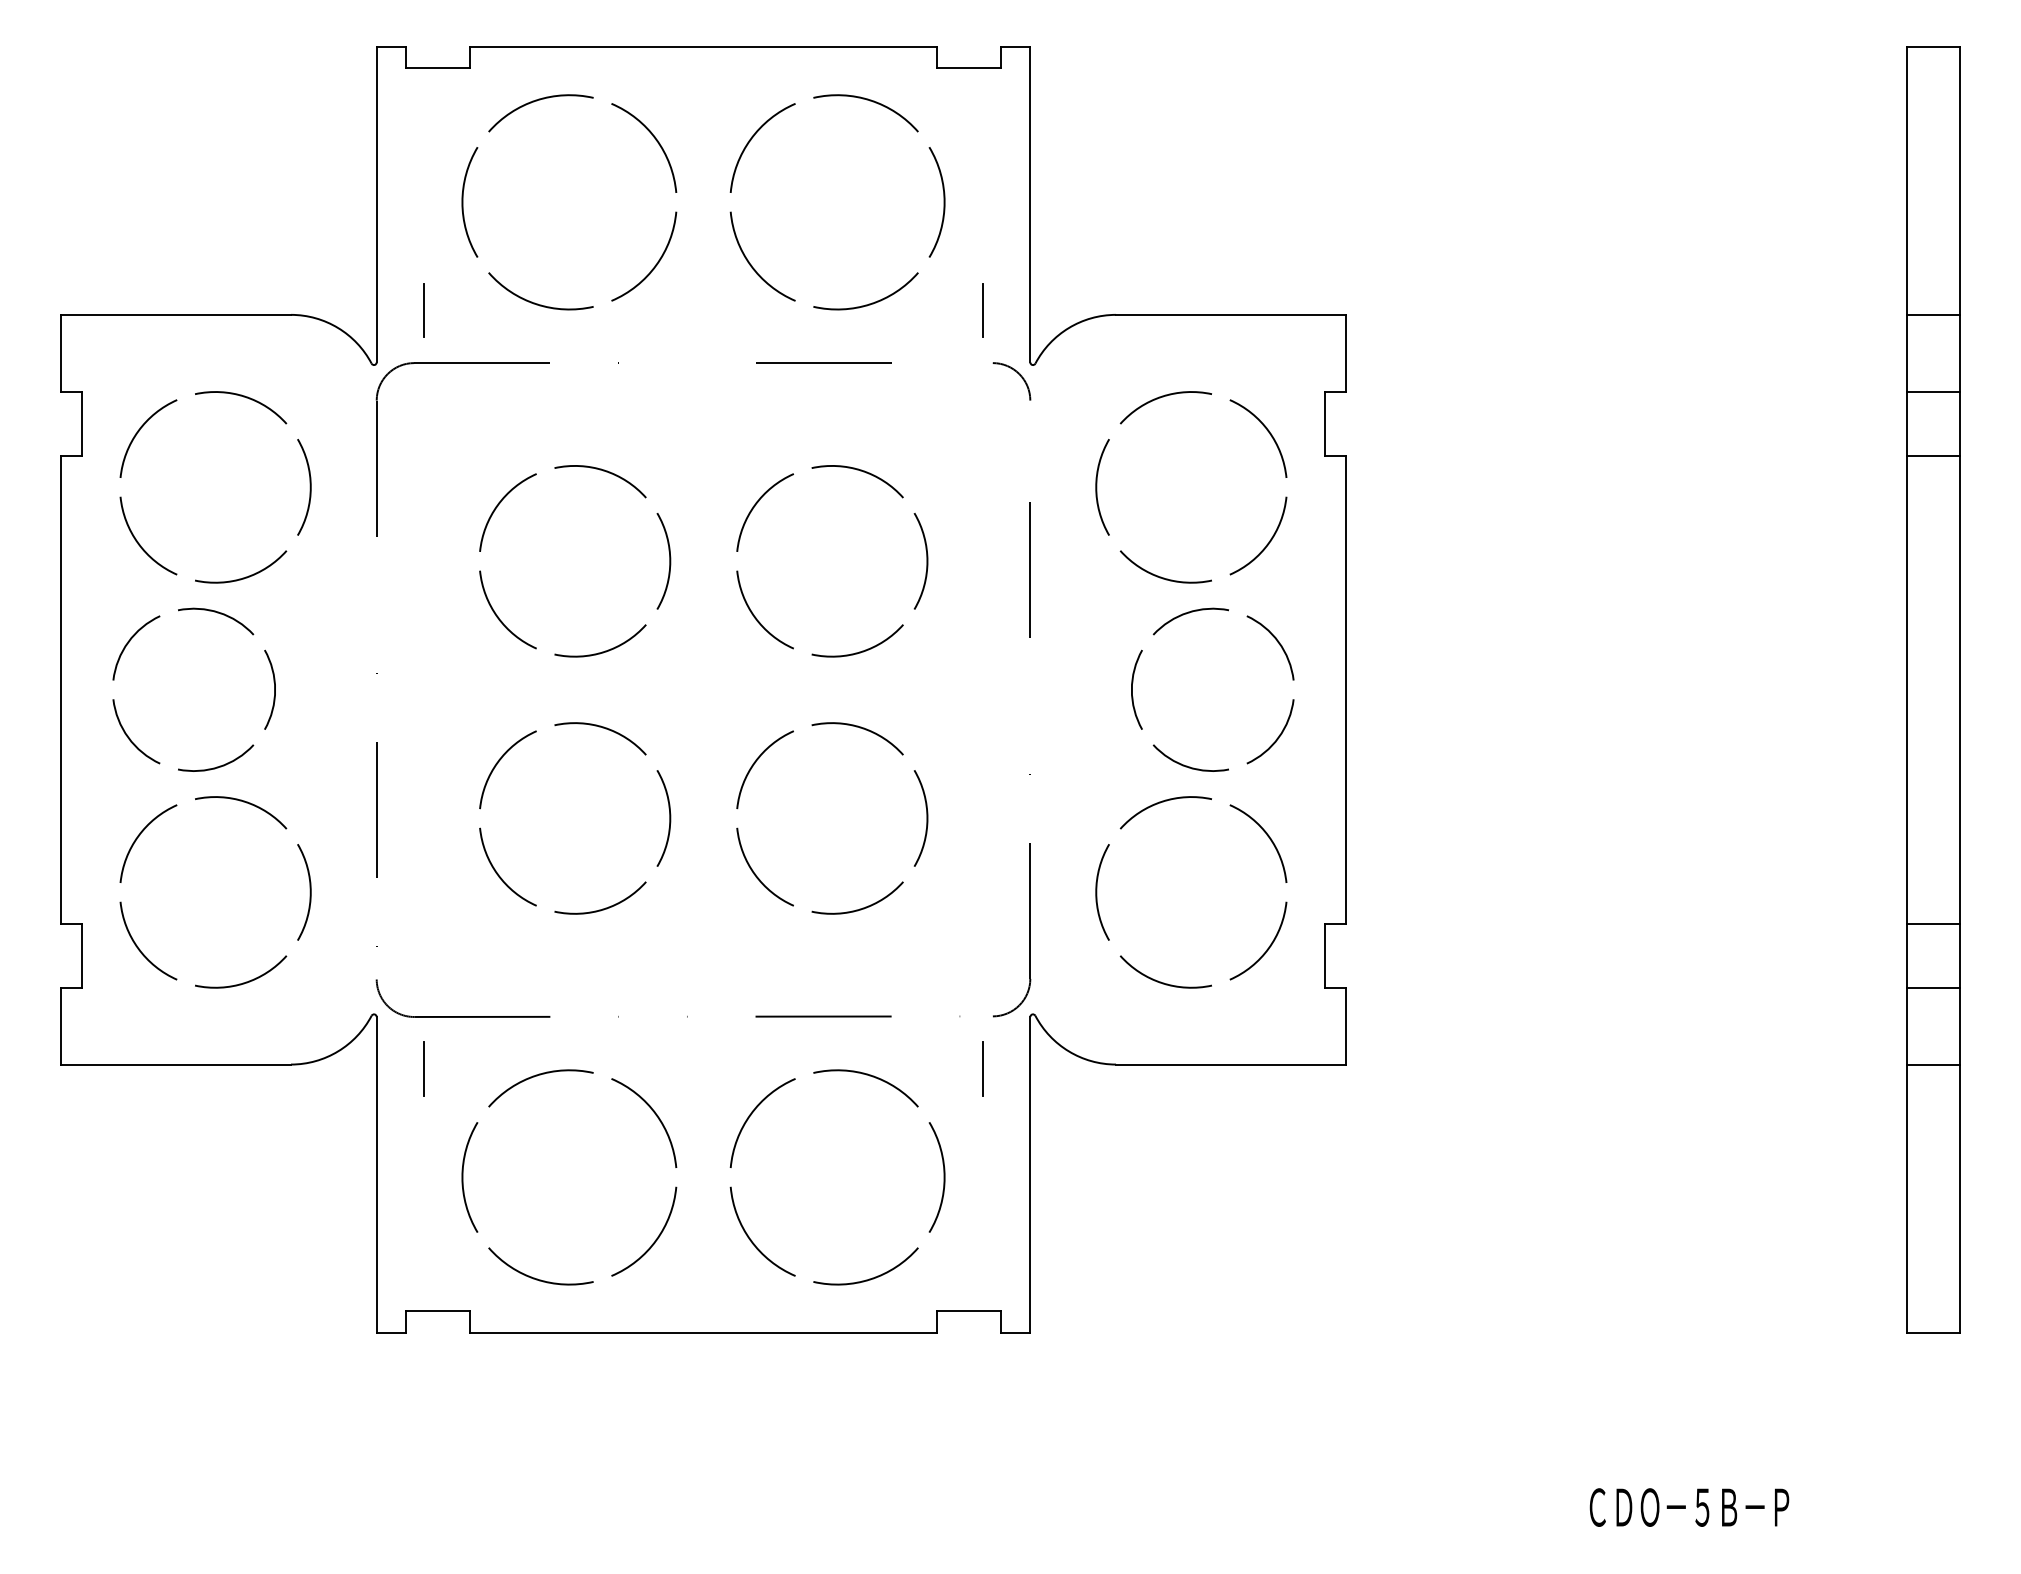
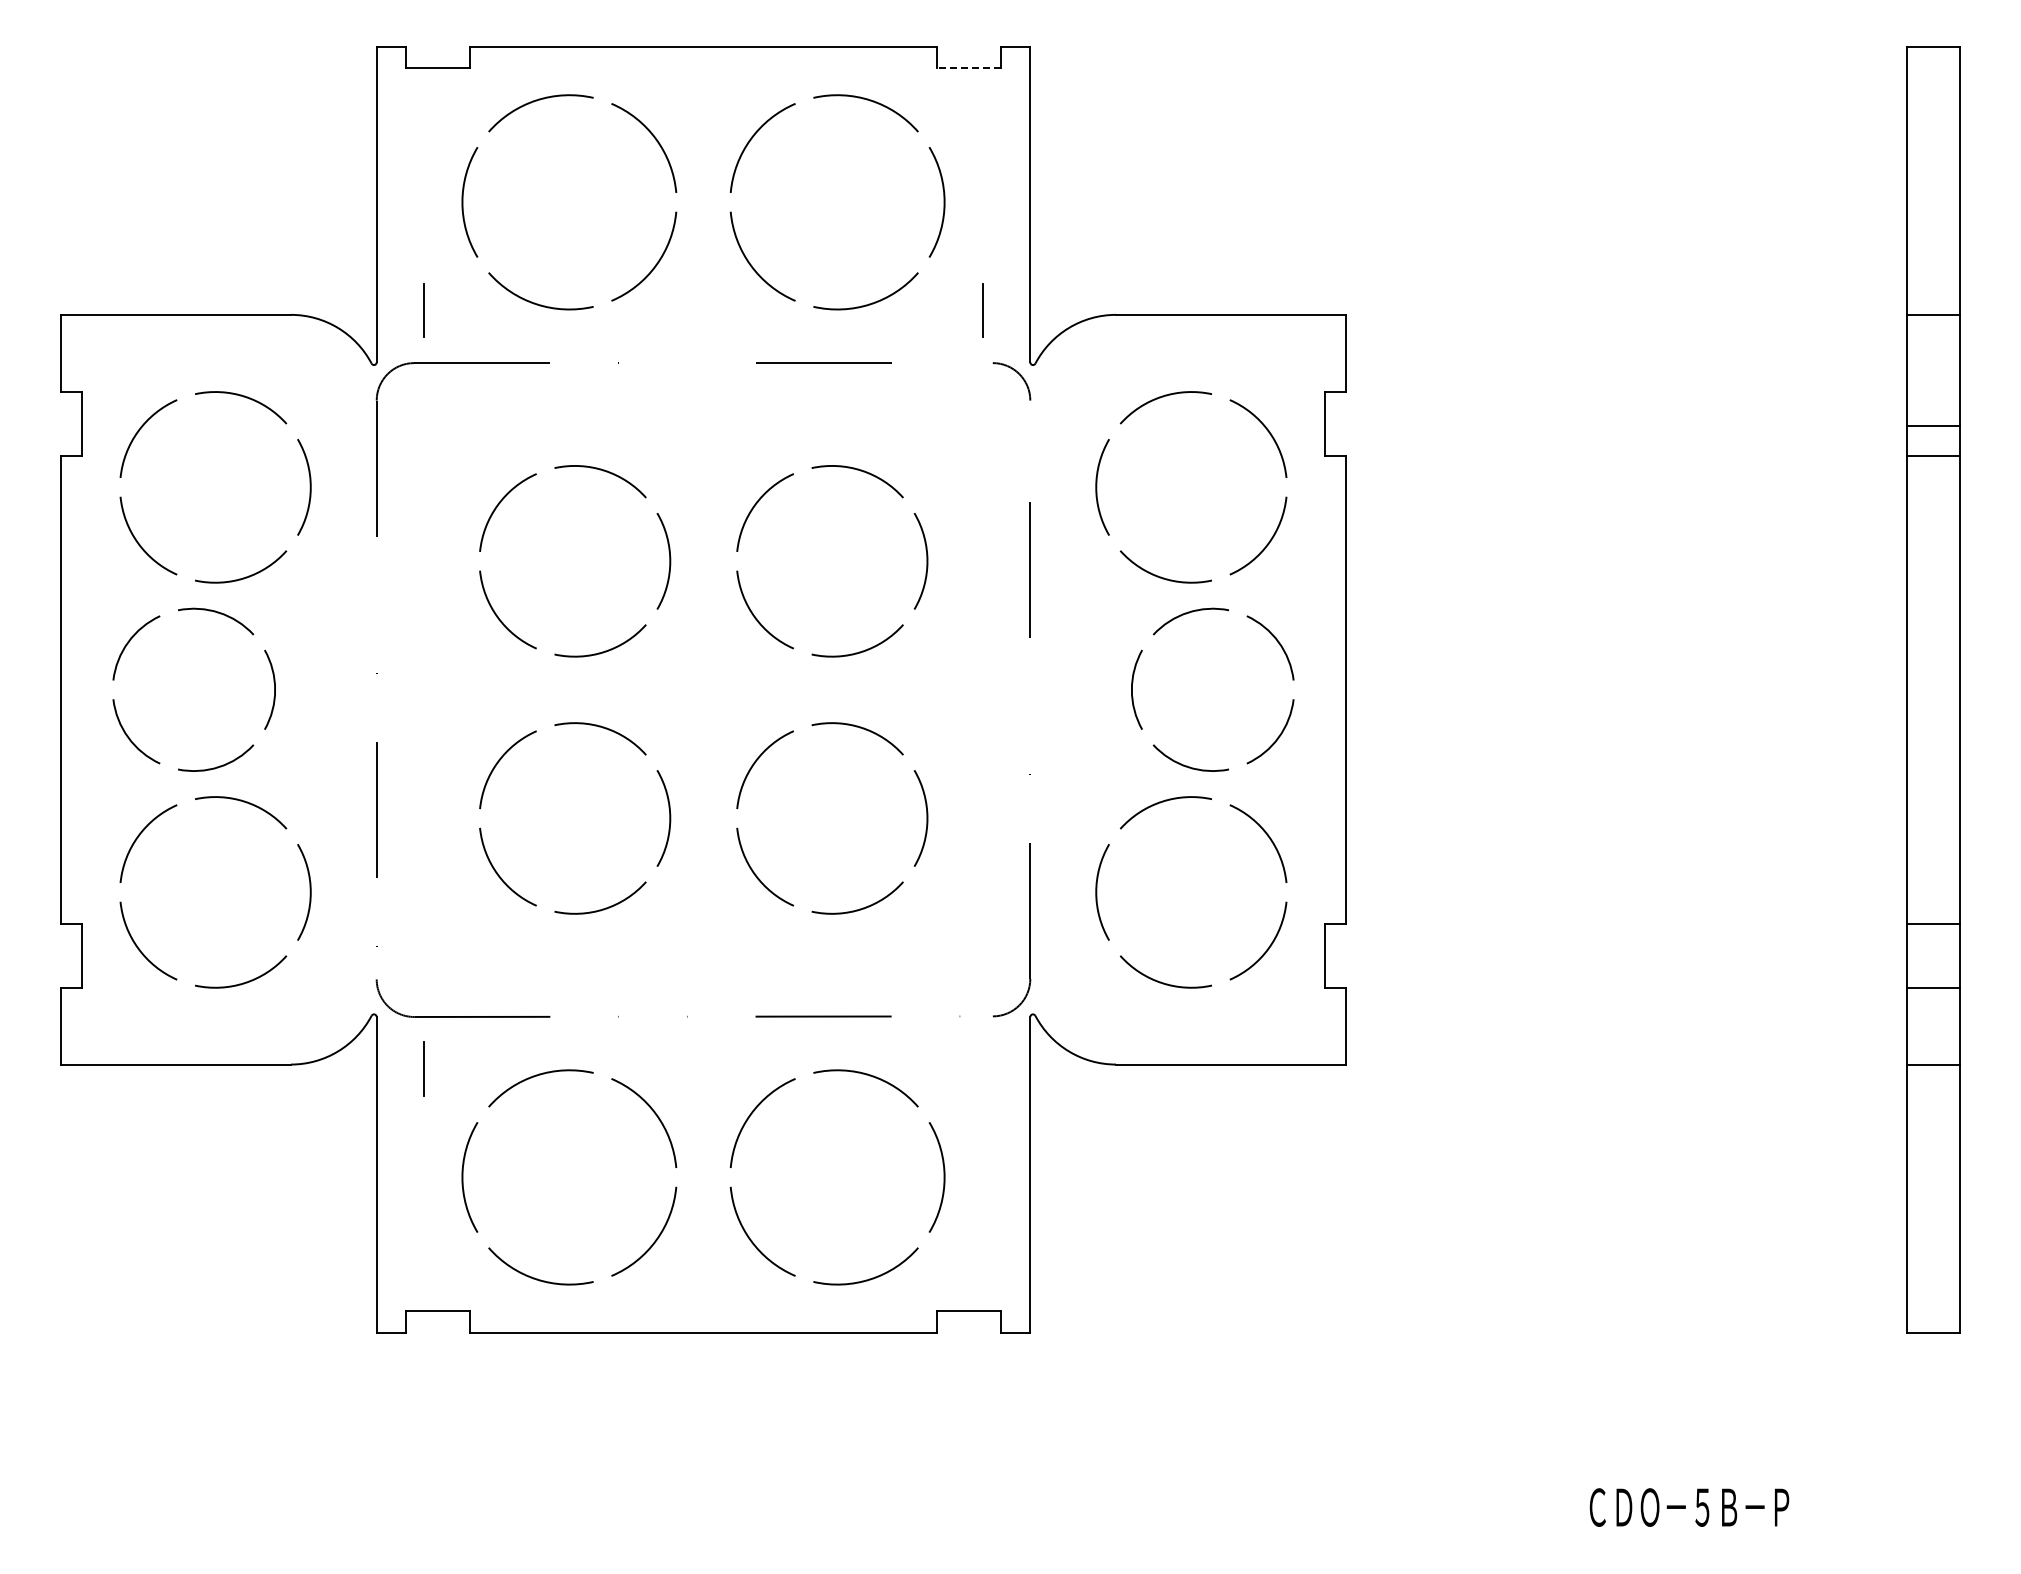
line at (968, 68): solid -> dashed
line at (1933, 392) position: (1933, 392) -> (1933, 426)
line at (983, 1069): present -> none
